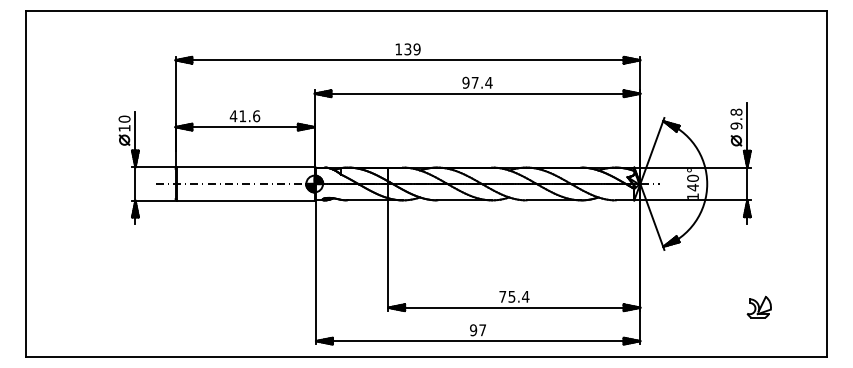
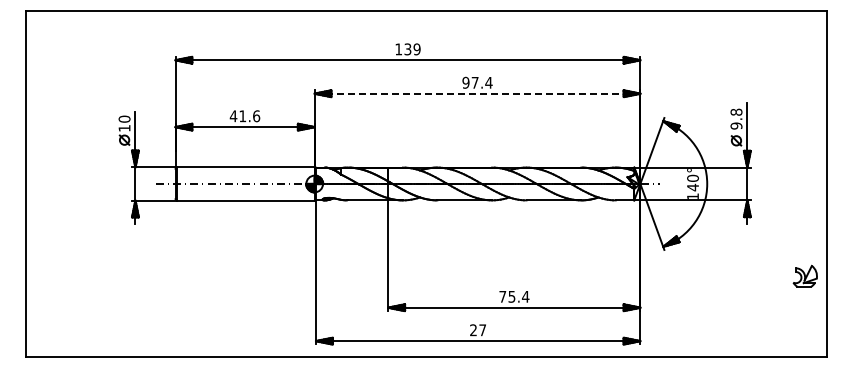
line at (477, 93): solid -> dashed
part at (758, 306) position: (758, 306) -> (804, 275)
text at (473, 330): 97 -> 27
